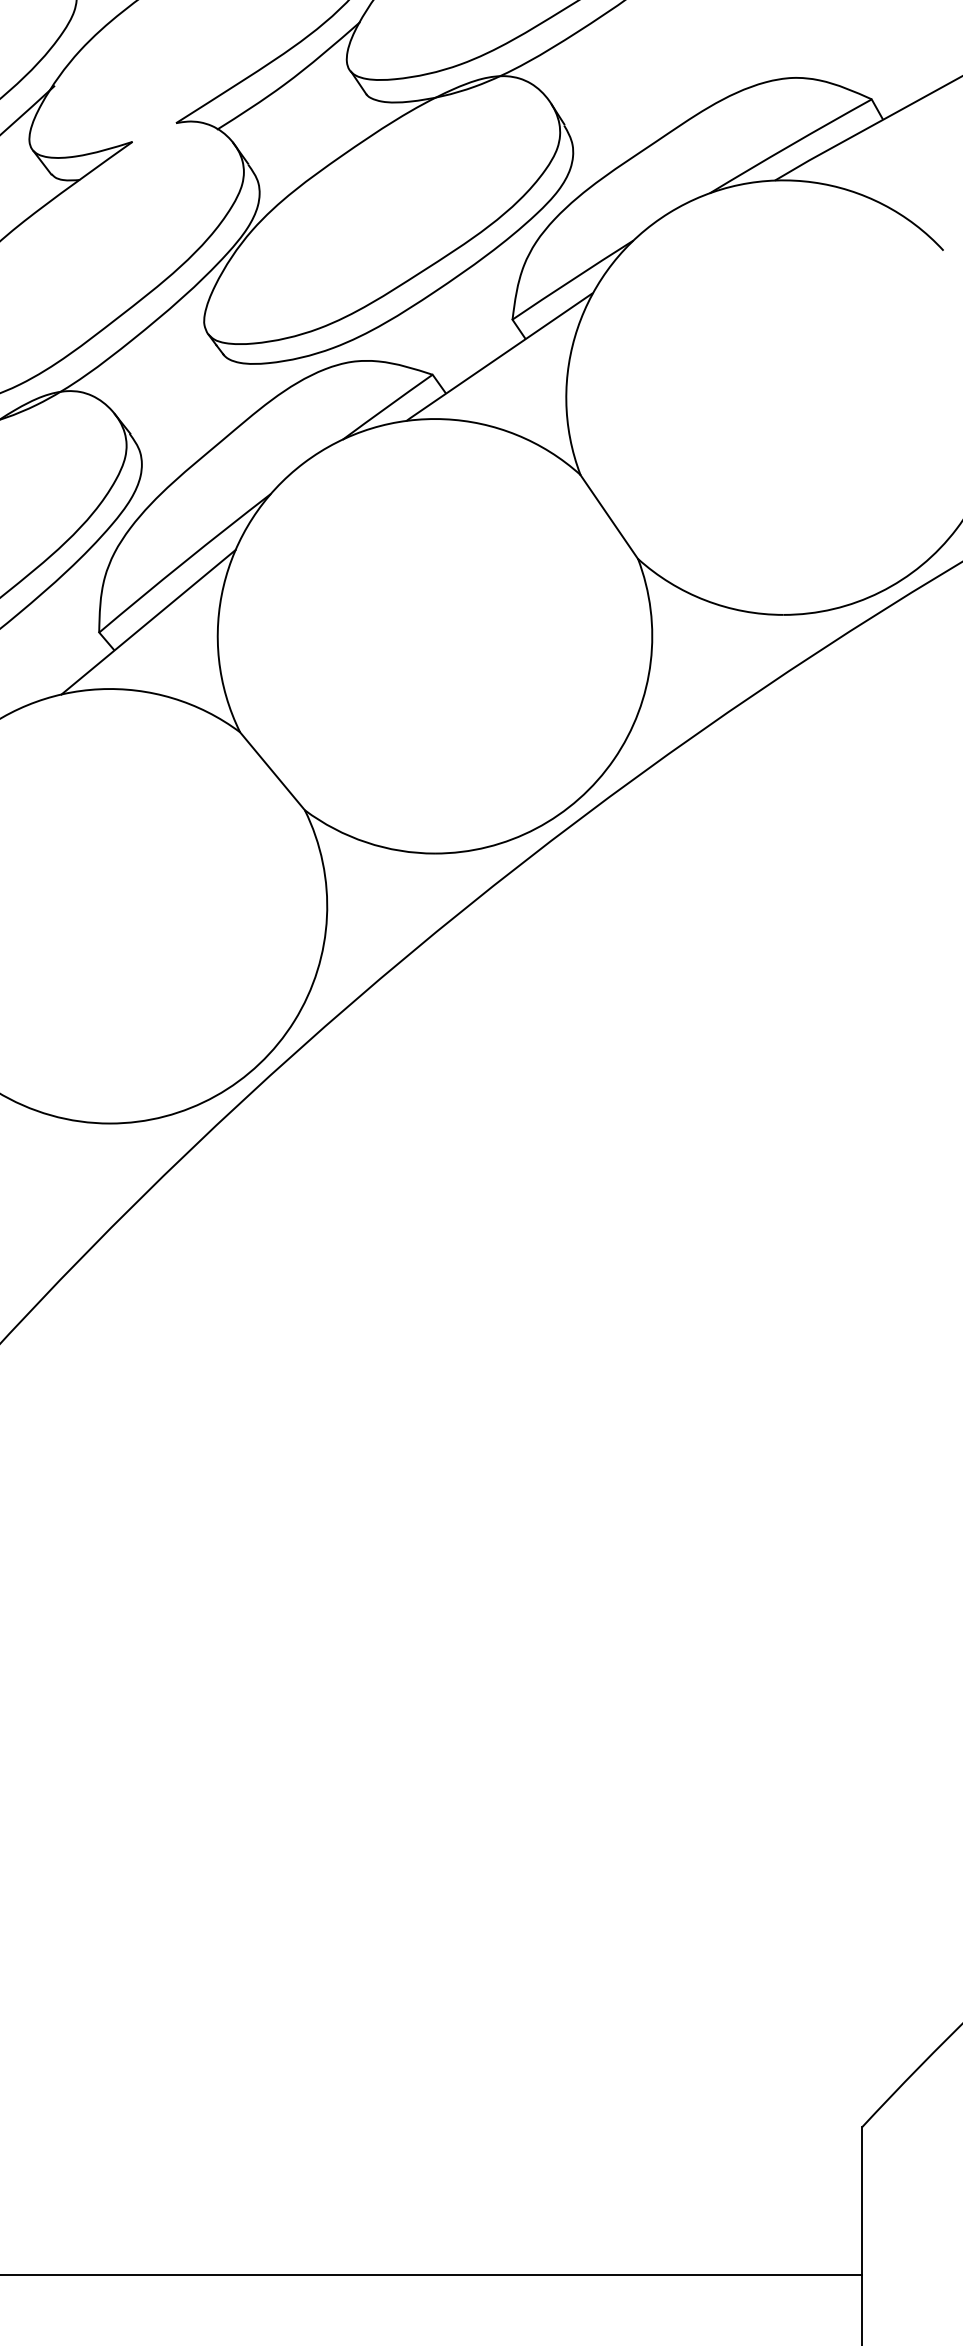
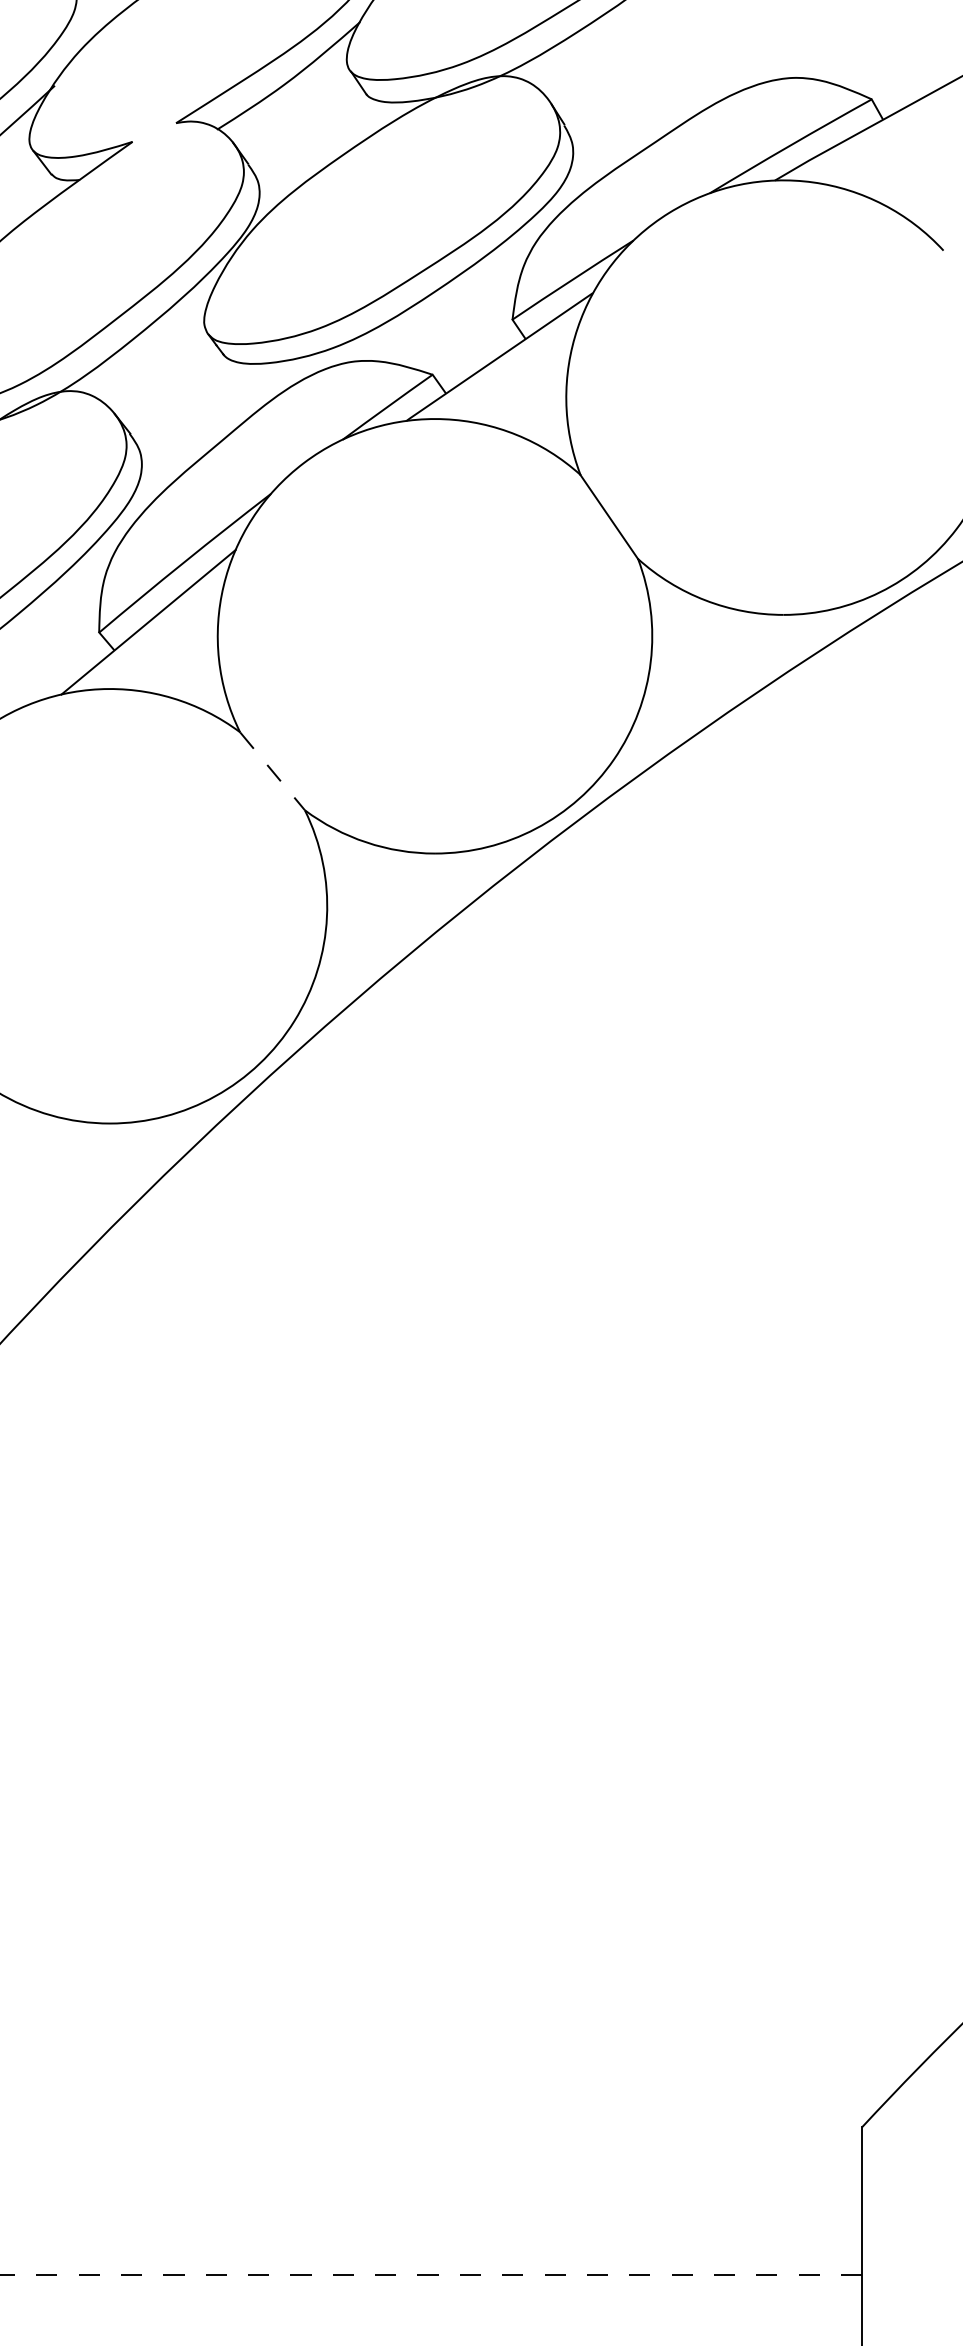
line at (272, 771): solid -> dashed
line at (431, 2275): solid -> dashed
